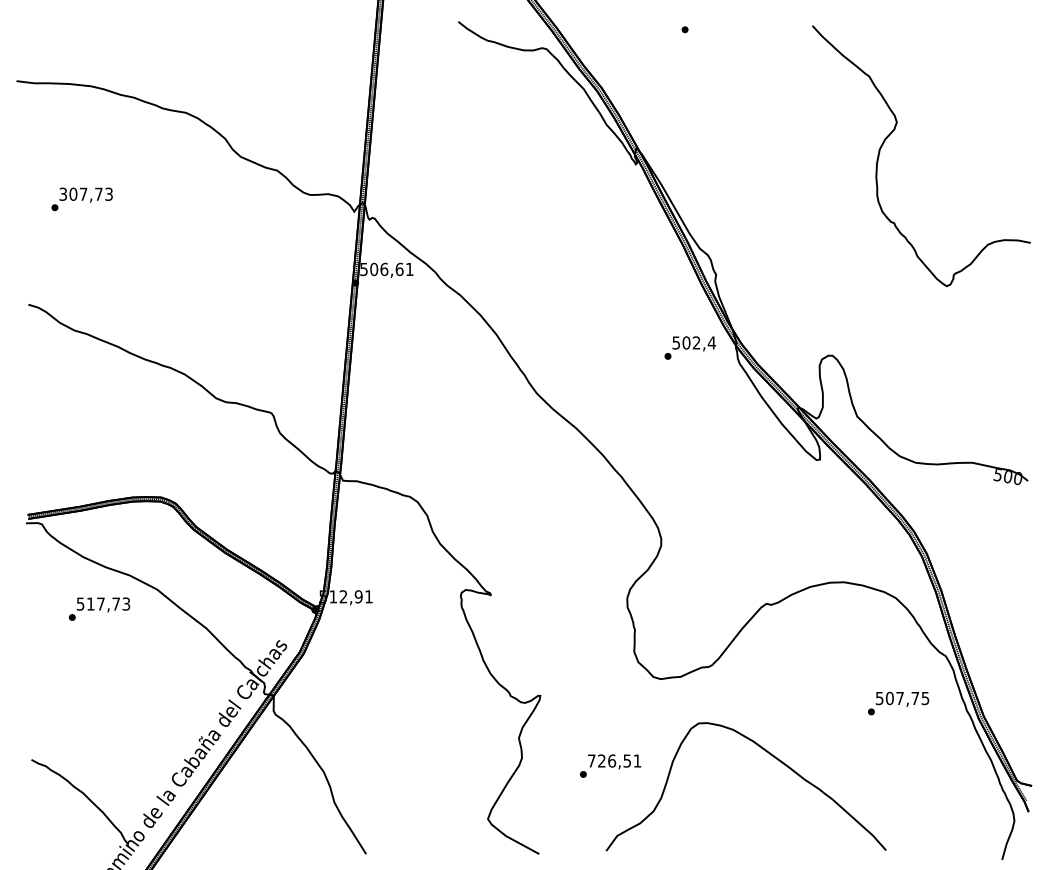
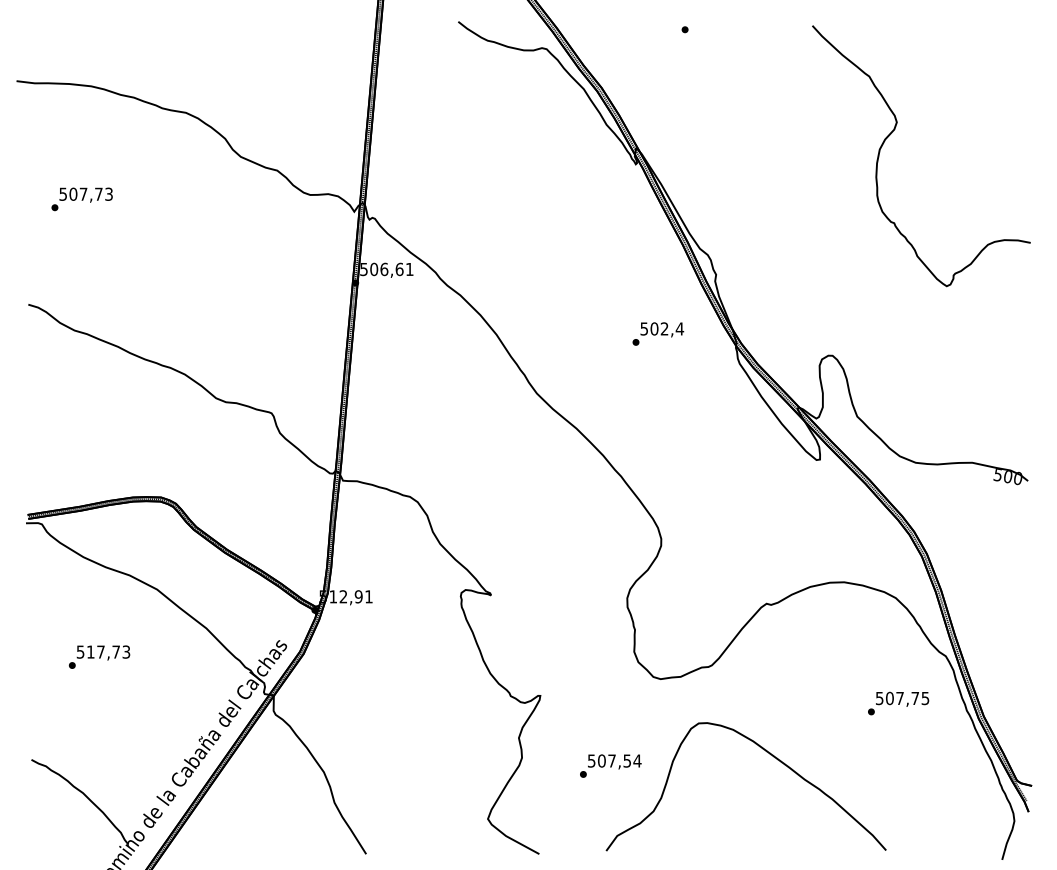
text at (62, 193): 307,73 -> 507,73
text at (690, 347) position: (690, 347) -> (658, 333)
text at (99, 608) position: (99, 608) -> (99, 656)
text at (614, 760): 726,51 -> 507,54
